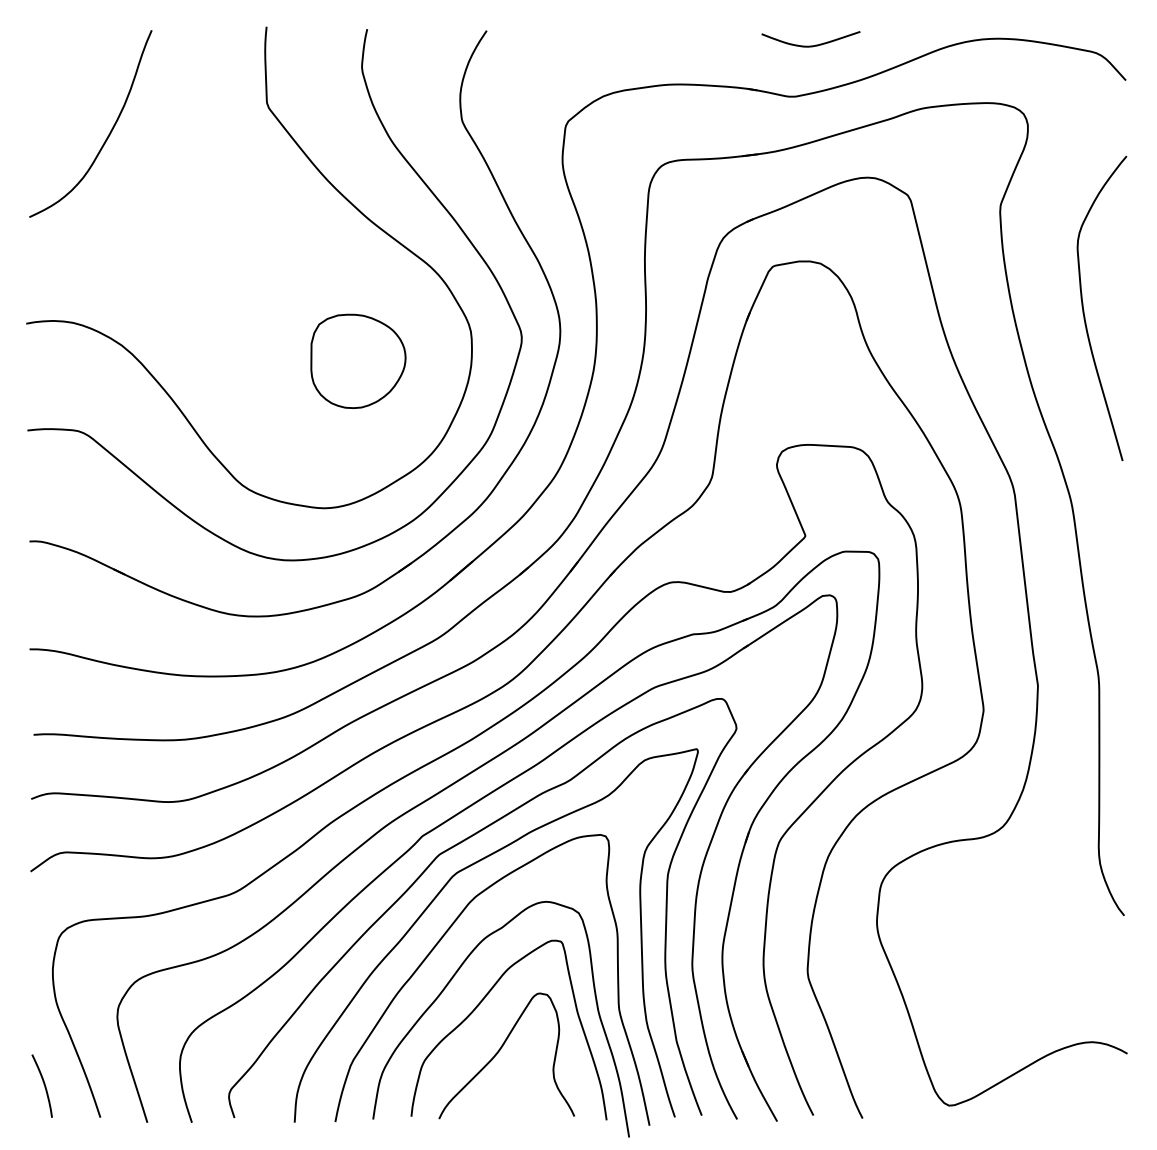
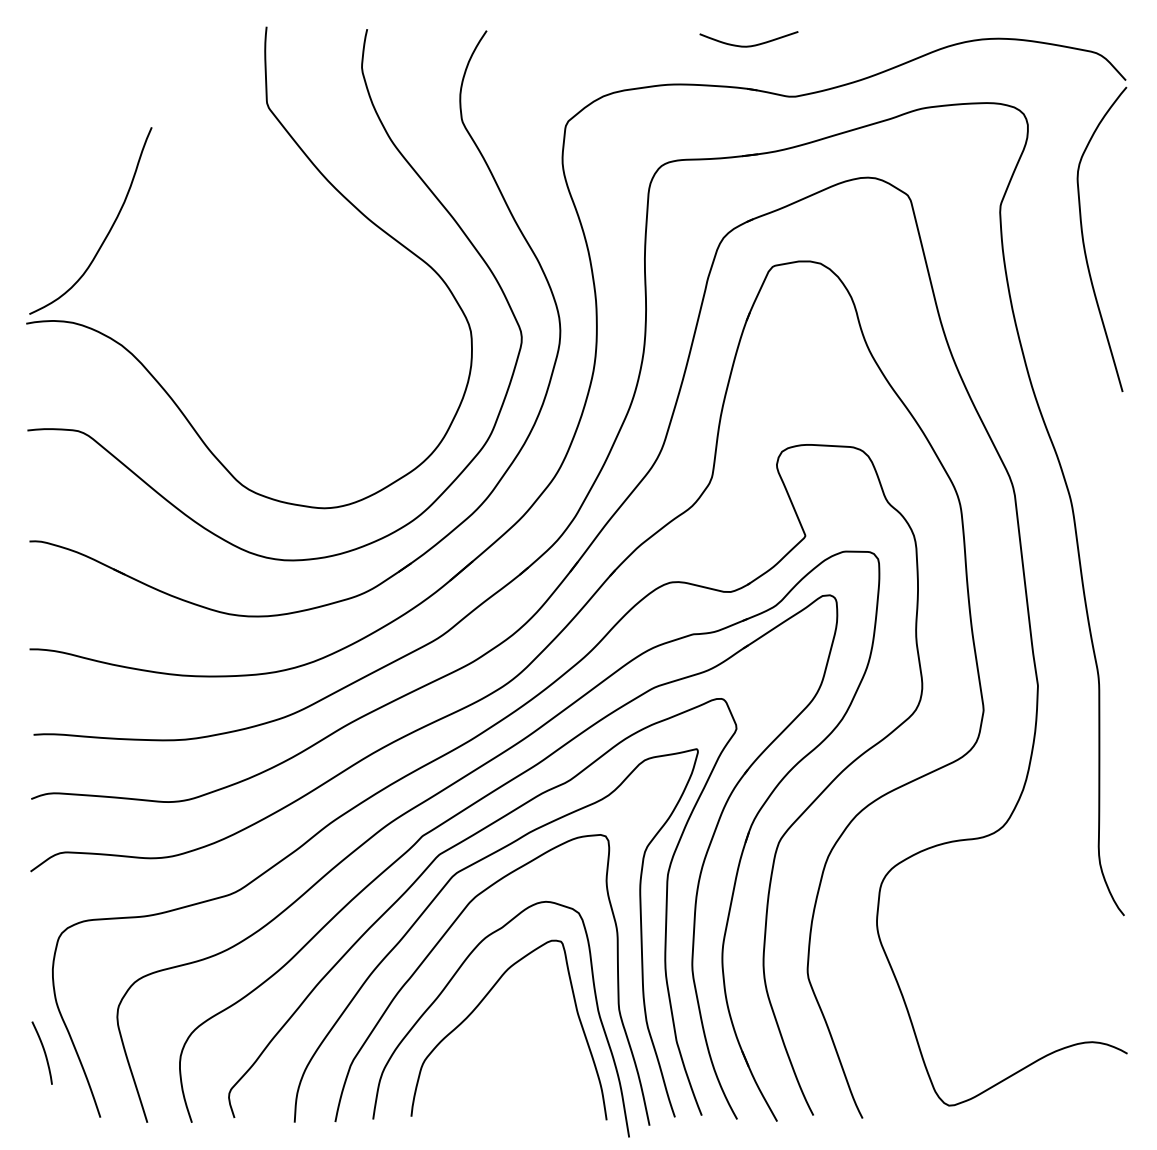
curve at (810, 45) position: (810, 45) -> (748, 45)
curve at (109, 132) position: (109, 132) -> (109, 229)
curve at (1084, 310) position: (1084, 310) -> (1084, 241)
part at (358, 360): present -> none
curve at (501, 1049): present -> none
curve at (43, 1084) position: (43, 1084) -> (43, 1051)
